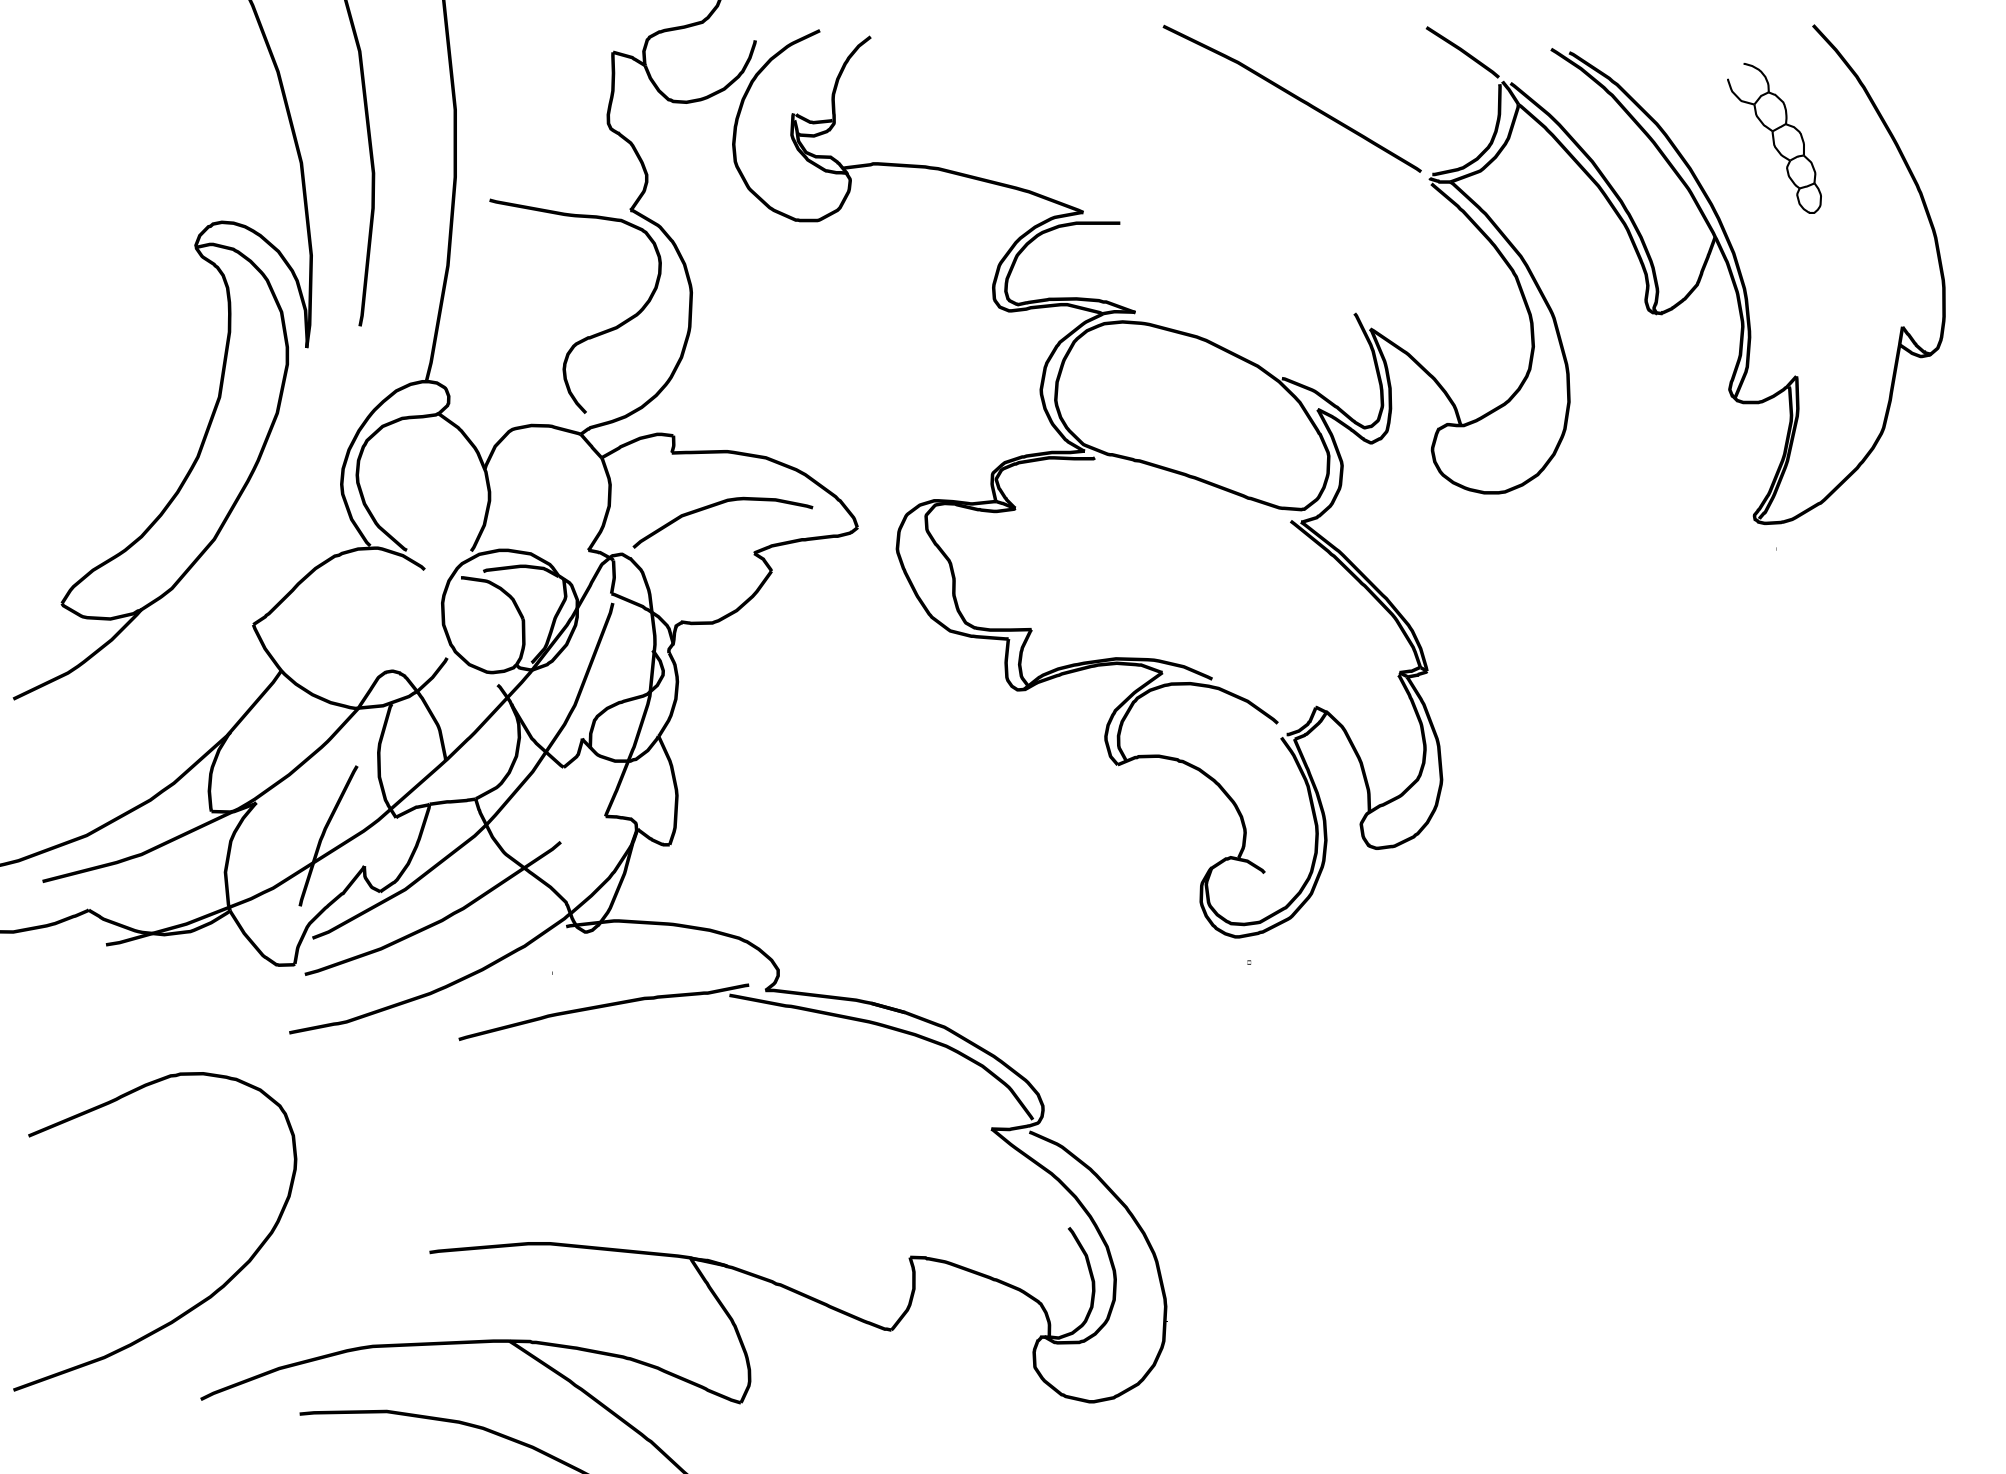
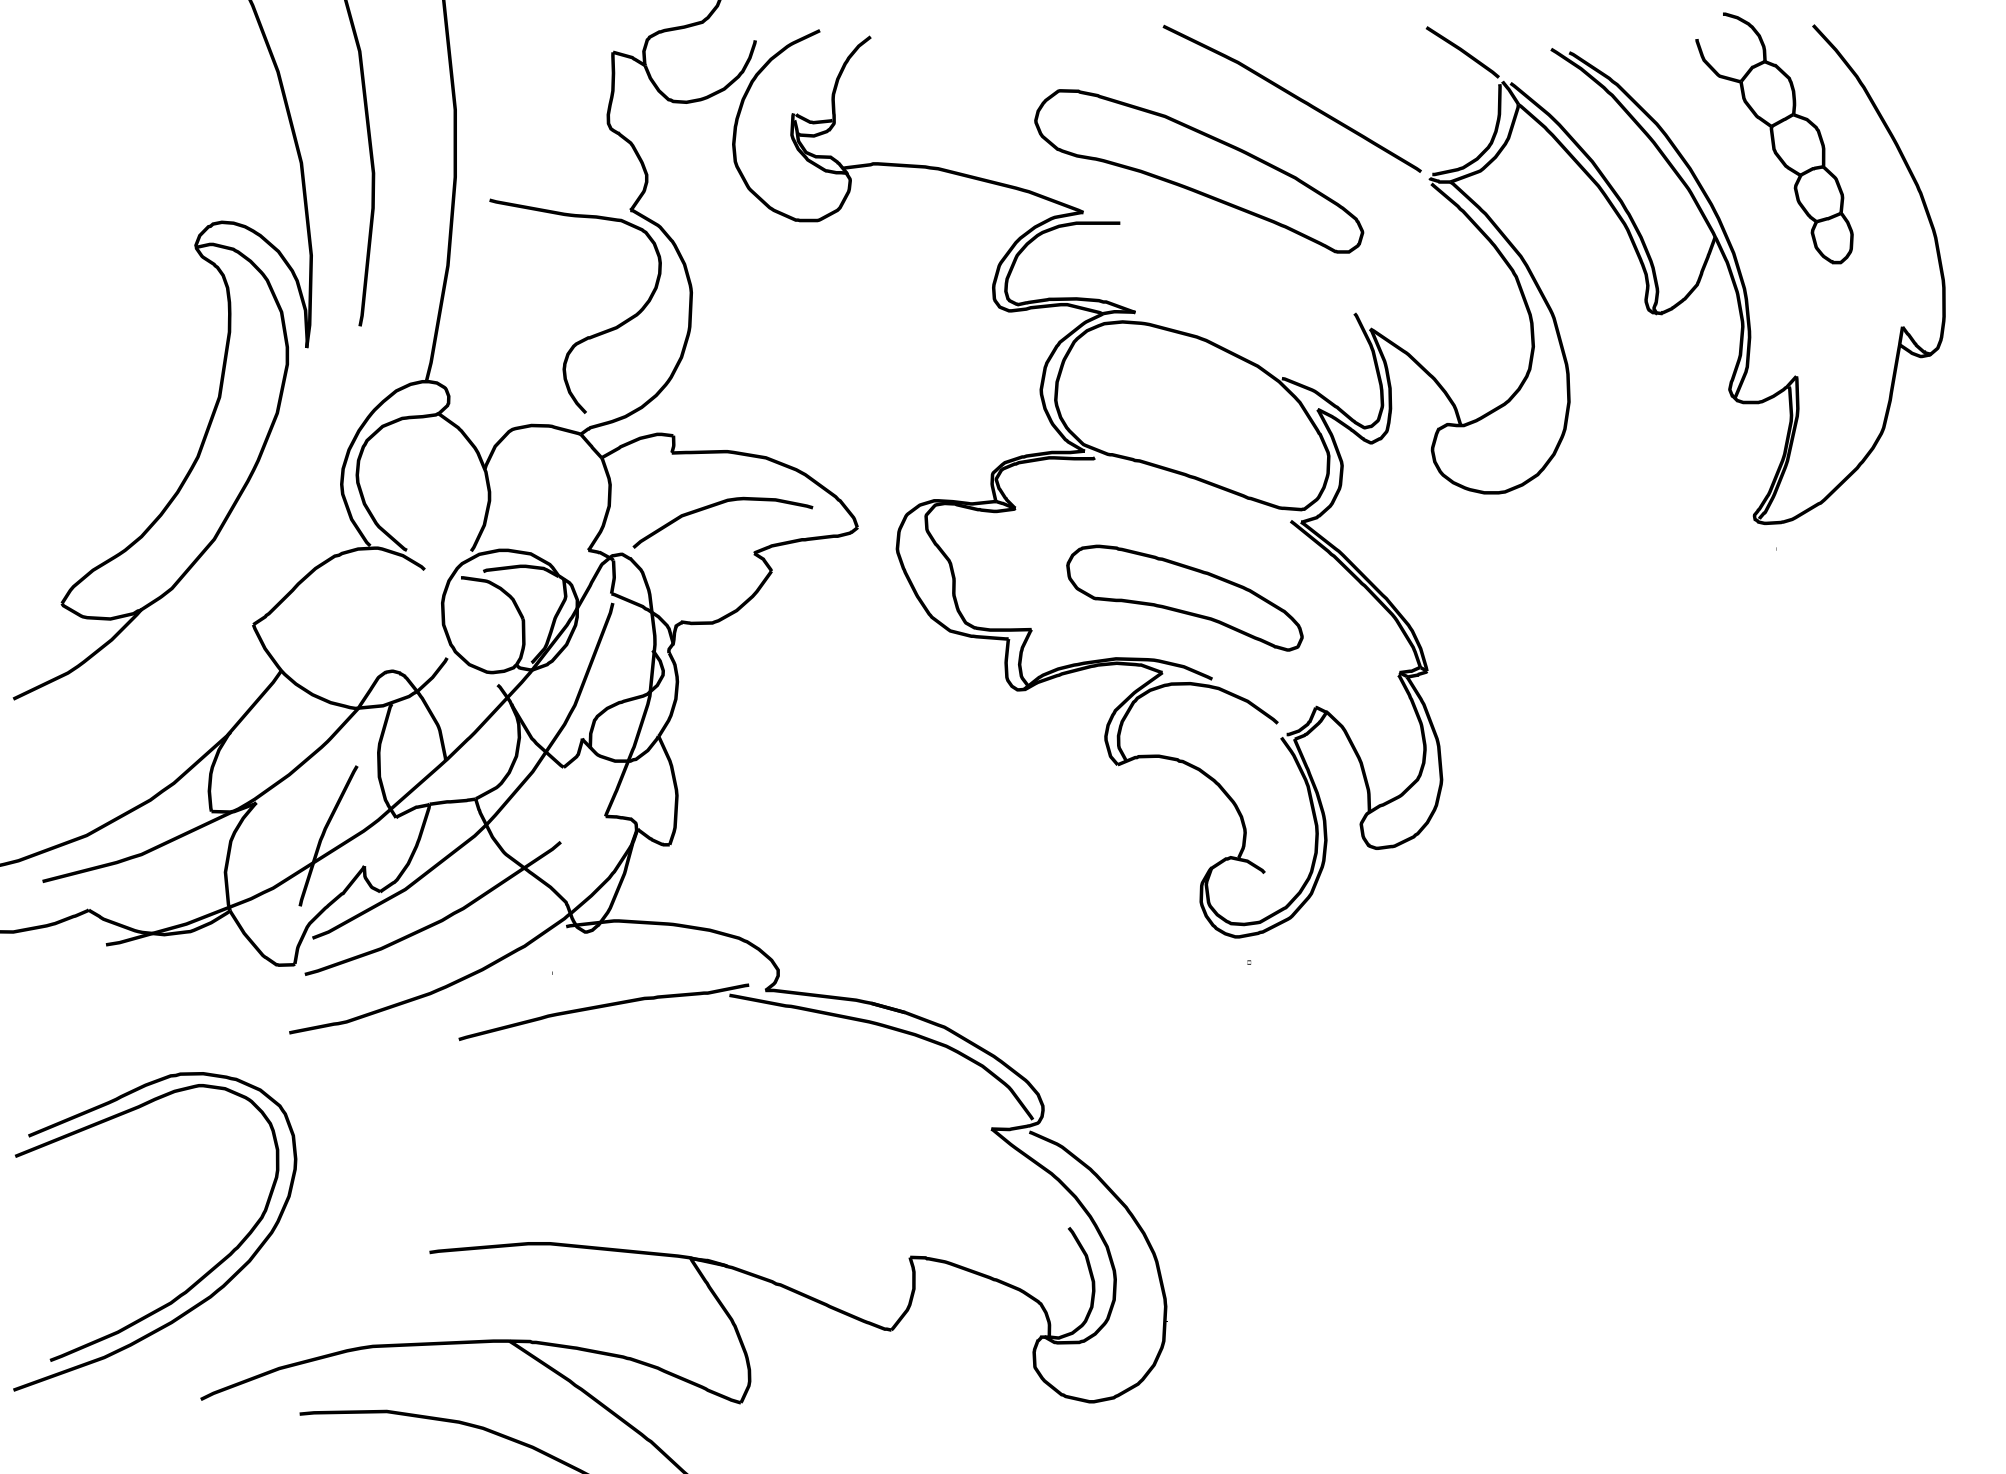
part at (1774, 138) size: 95x151 px -> 159x253 px
part at (1199, 171): none -> present
part at (1184, 597): none -> present
curve at (196, 1280): none -> present
